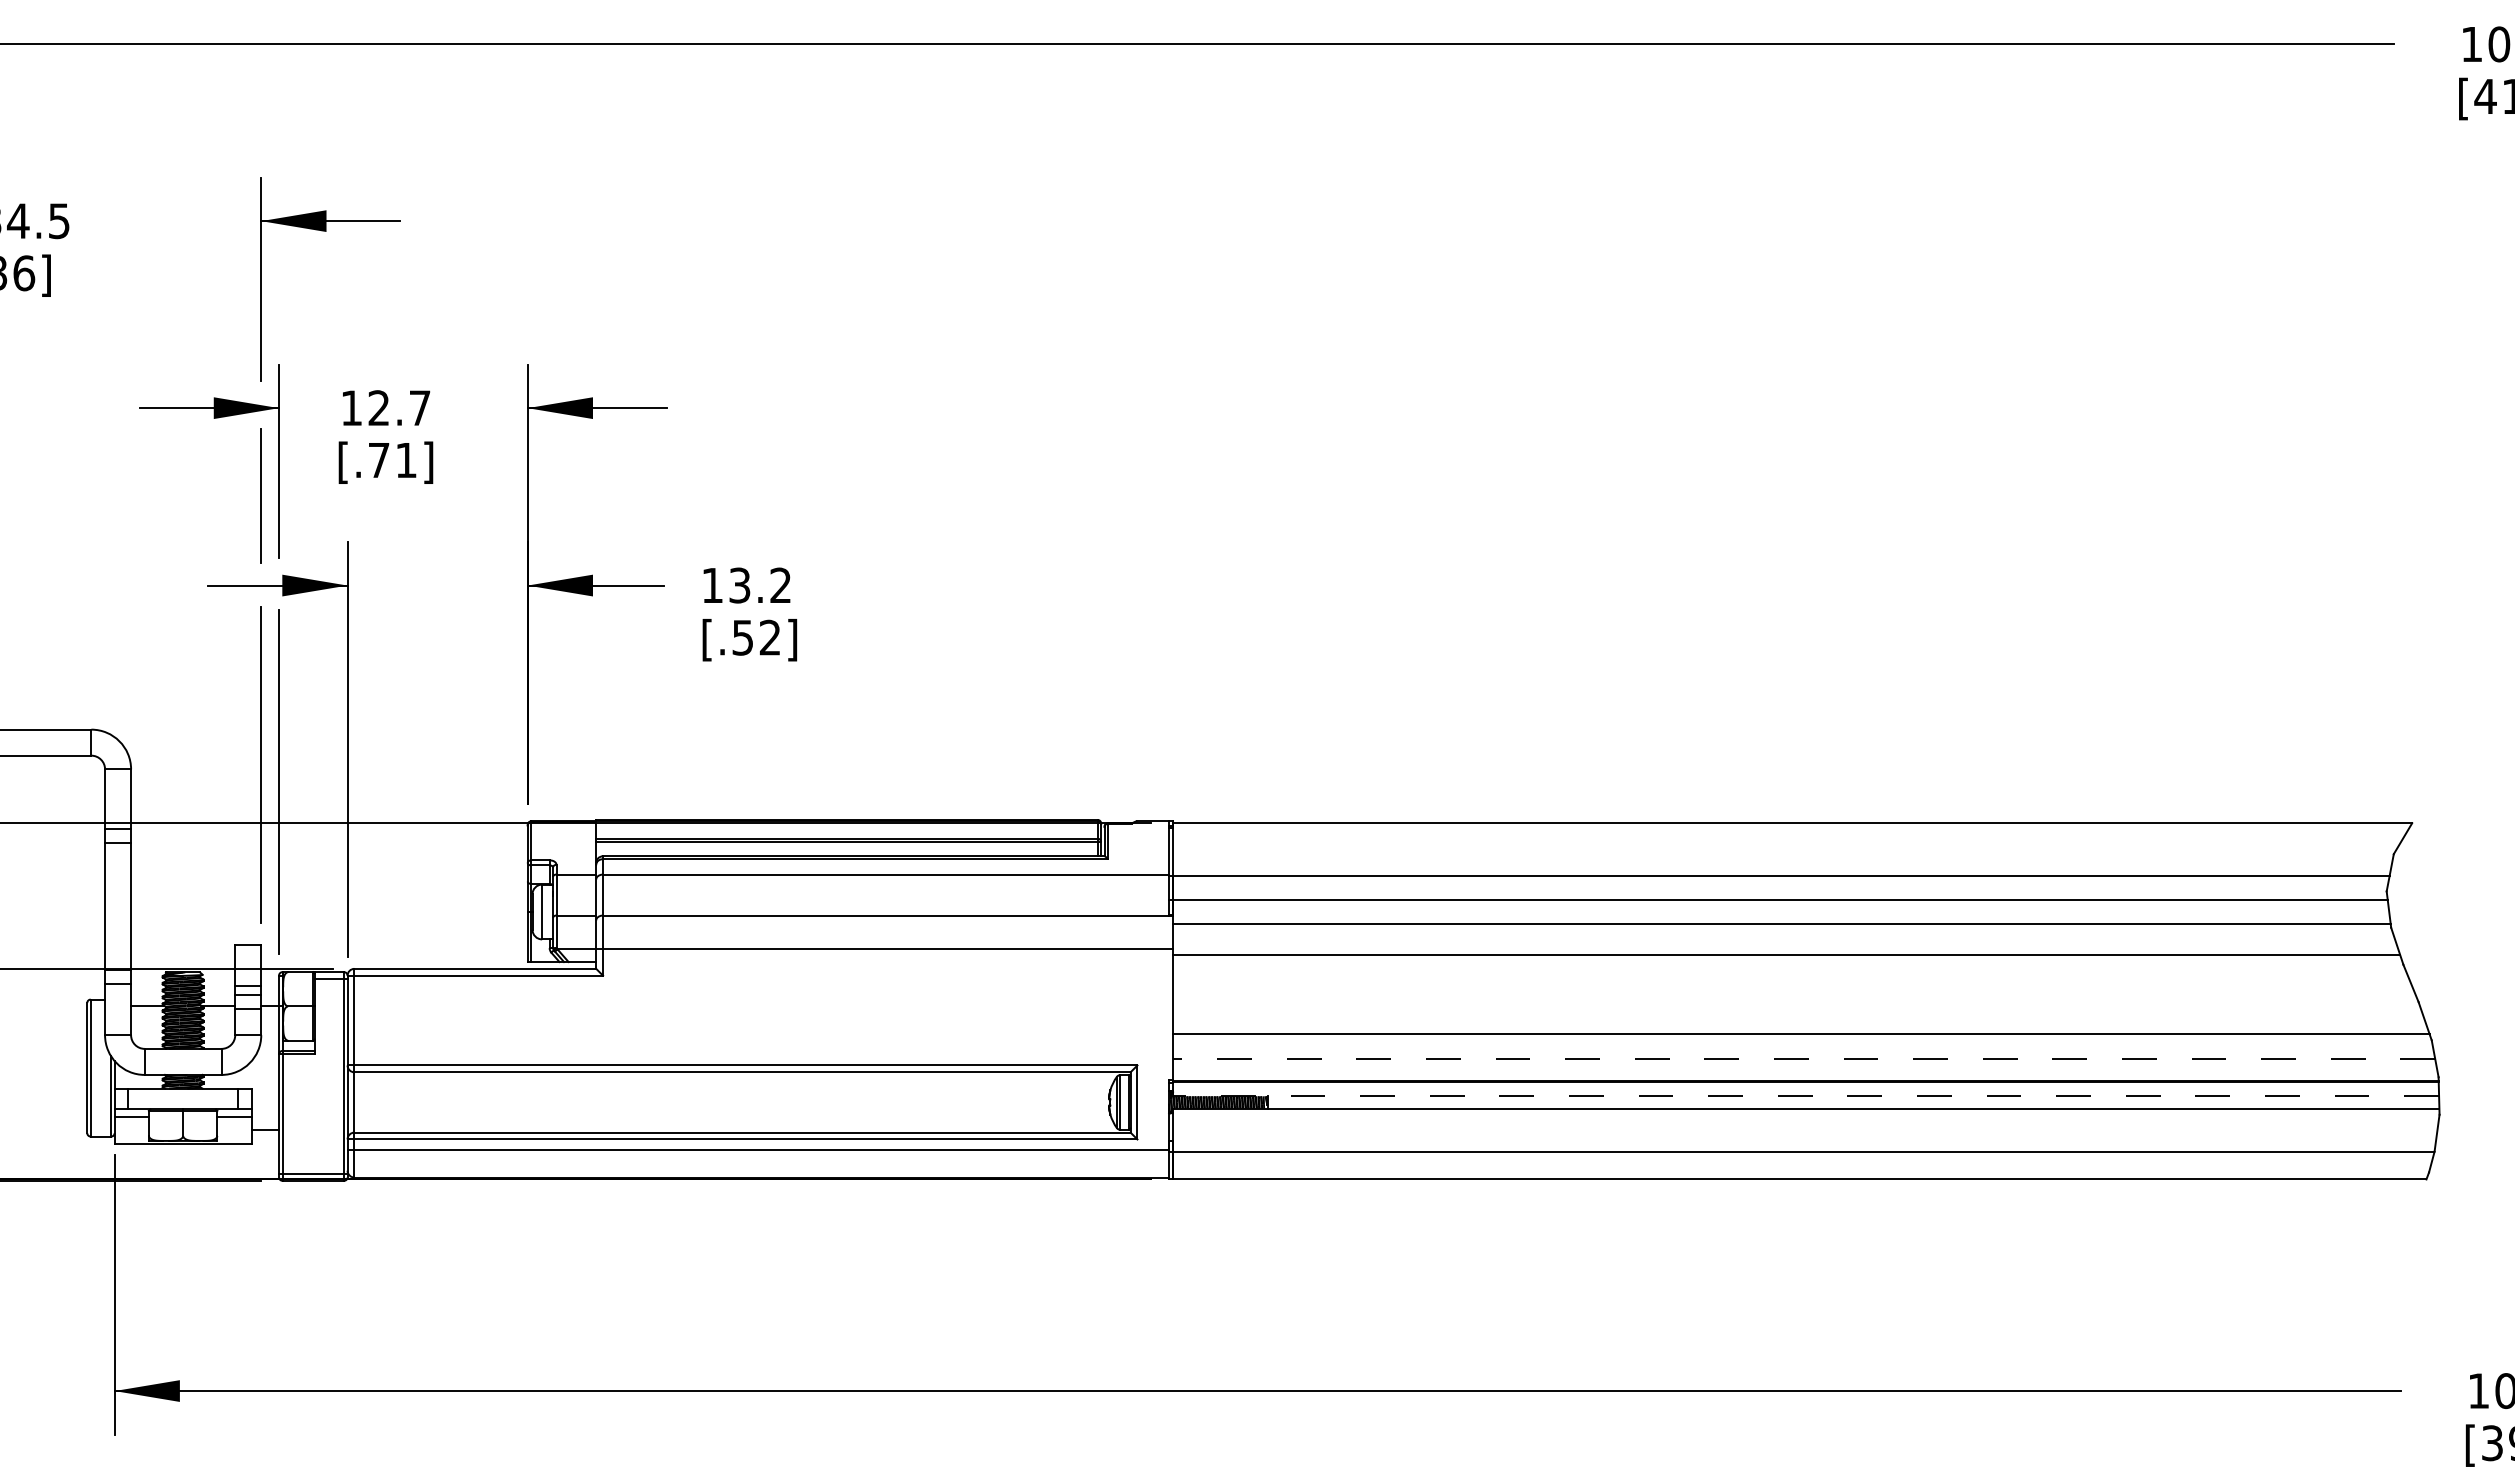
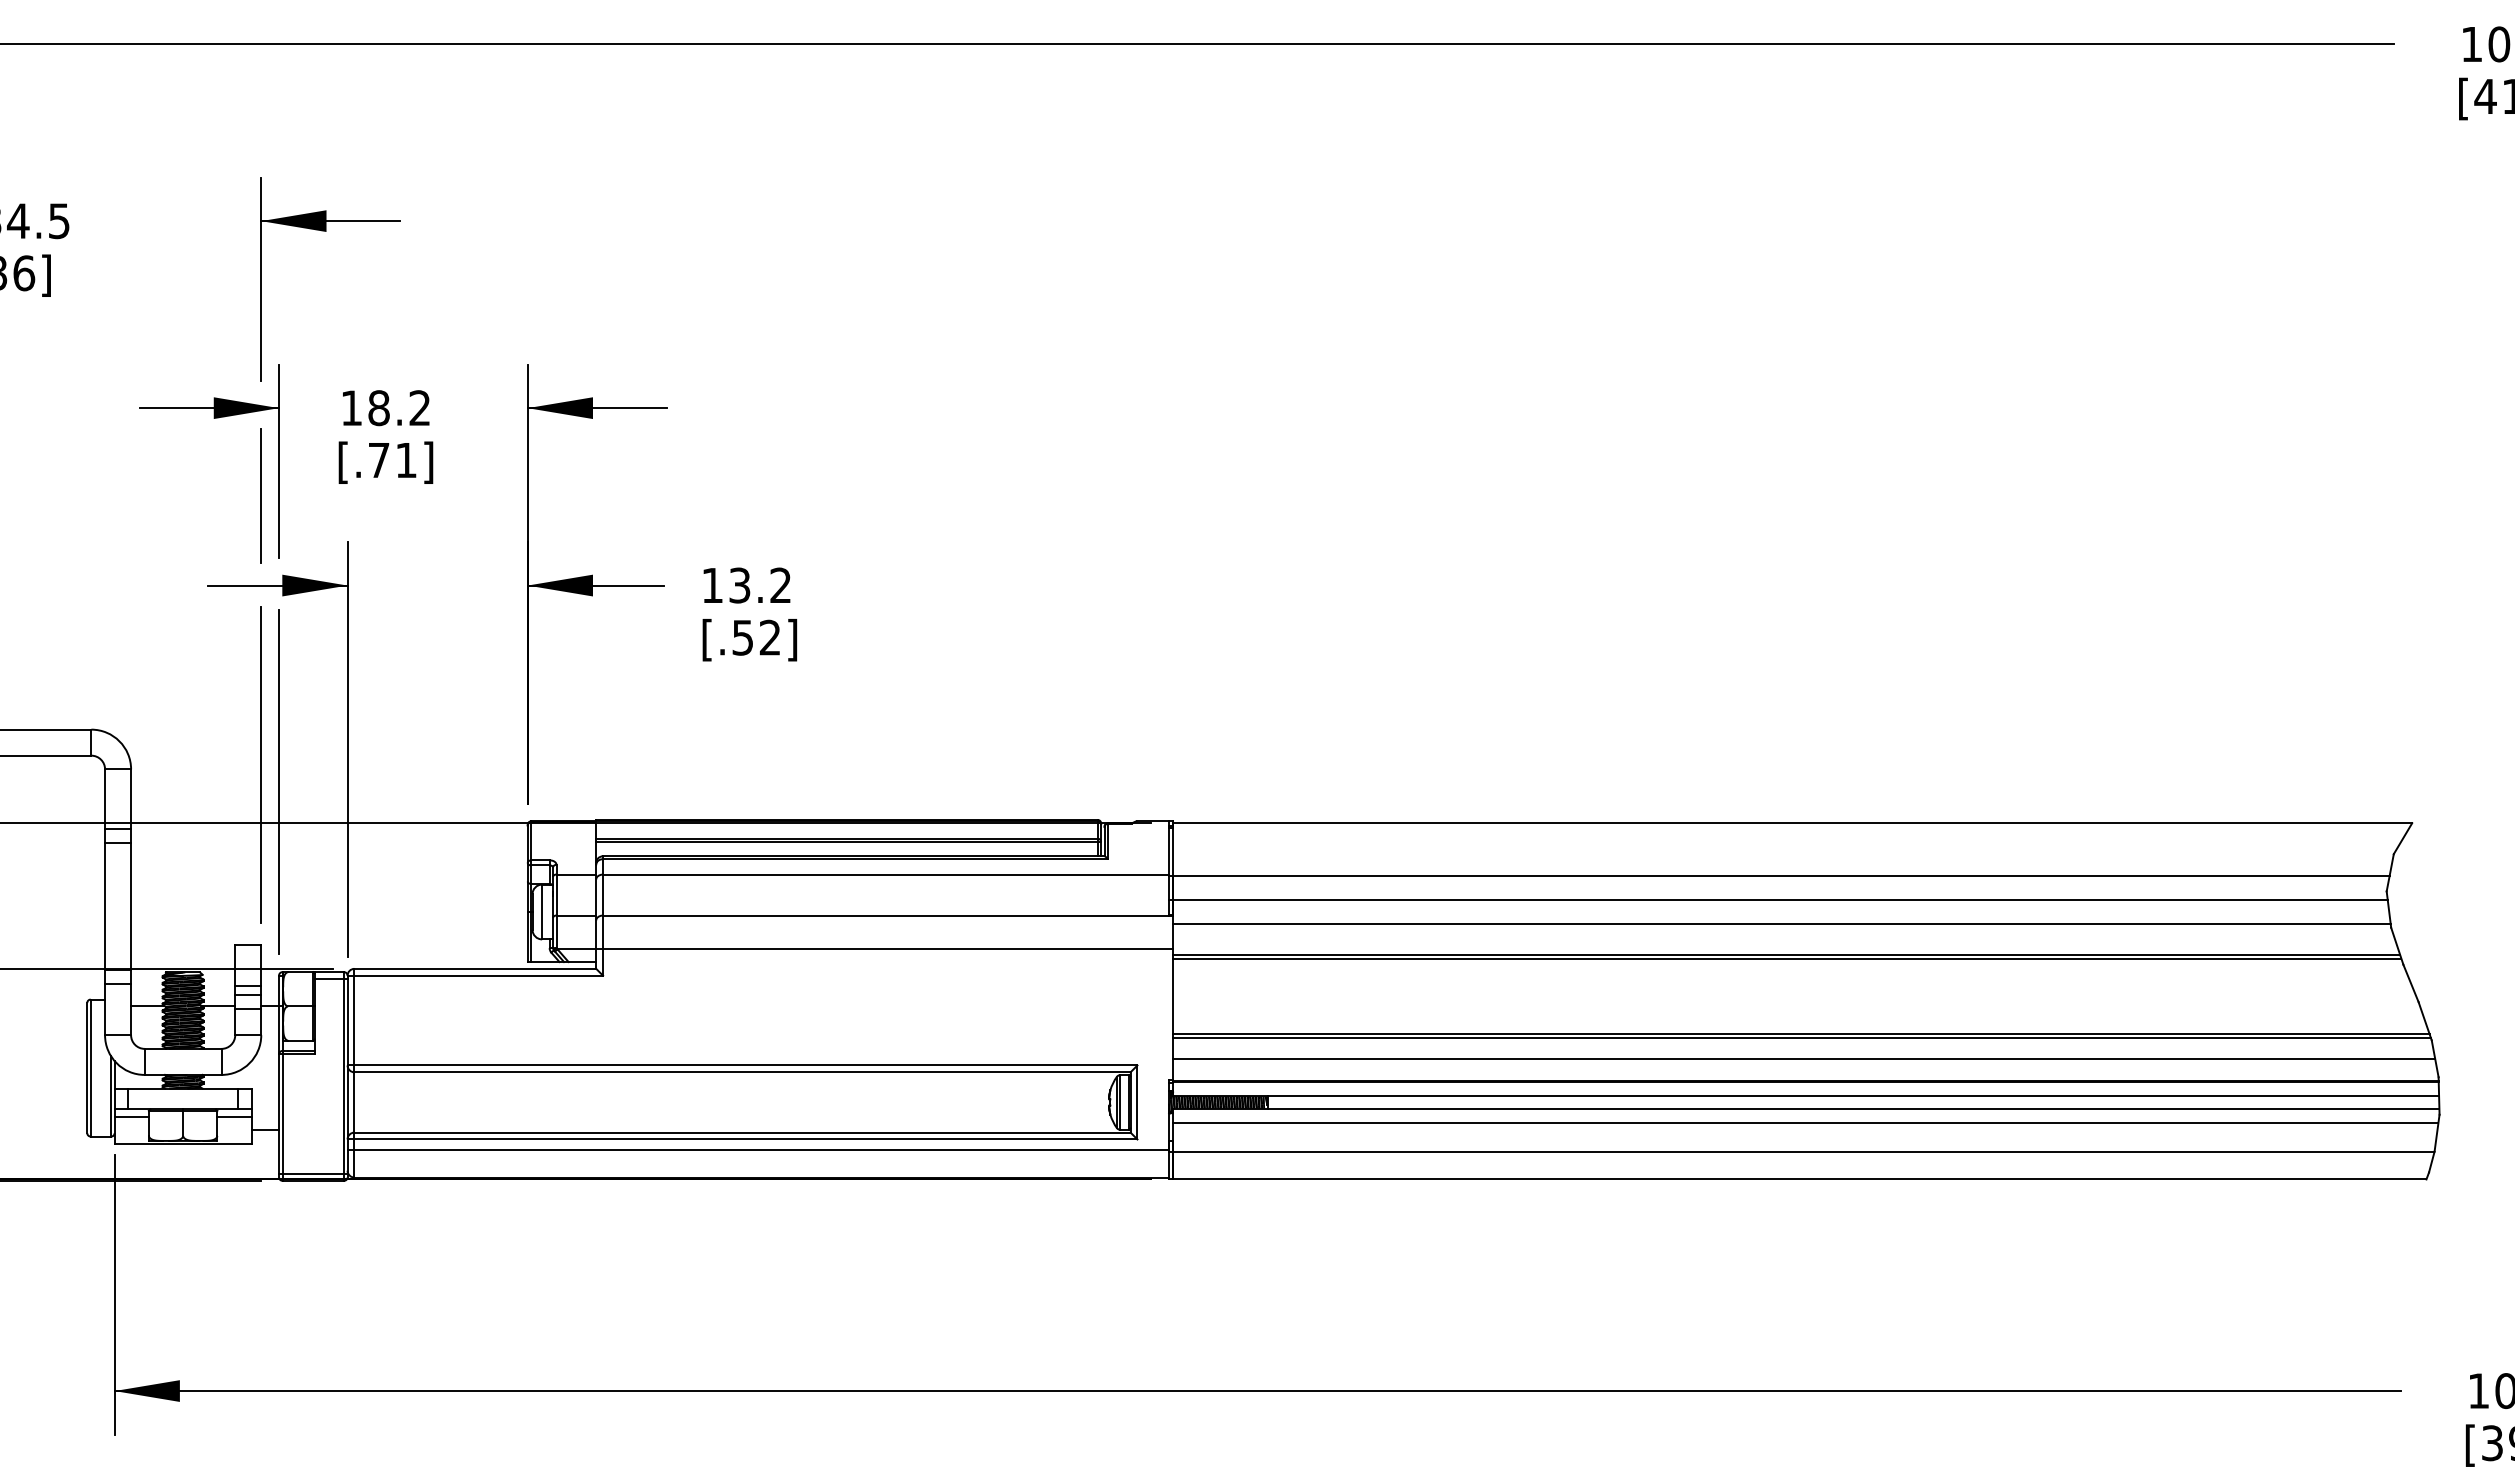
text at (399, 408): 12.7 -> 18.2
line at (1787, 958): none -> present
line at (1801, 1037): none -> present
line at (1803, 1058): dashed -> solid
line at (1805, 1096): dashed -> solid
line at (1805, 1122): none -> present
